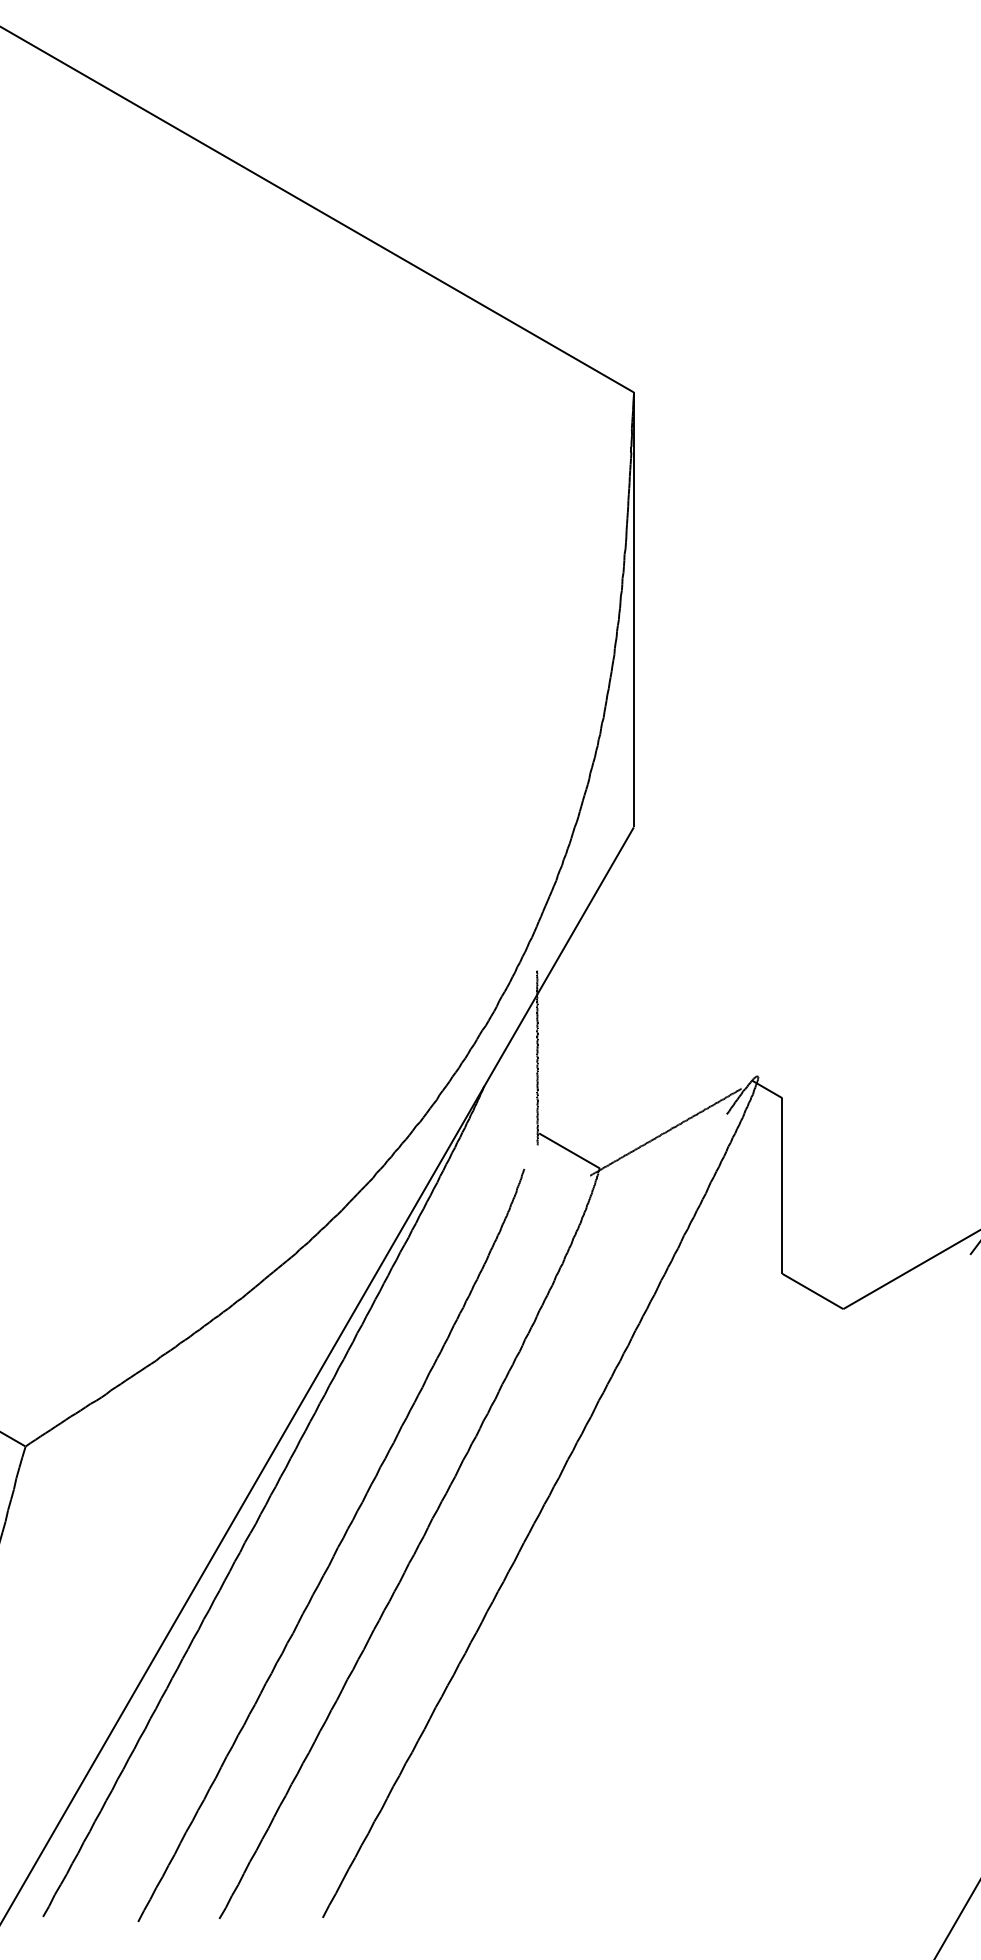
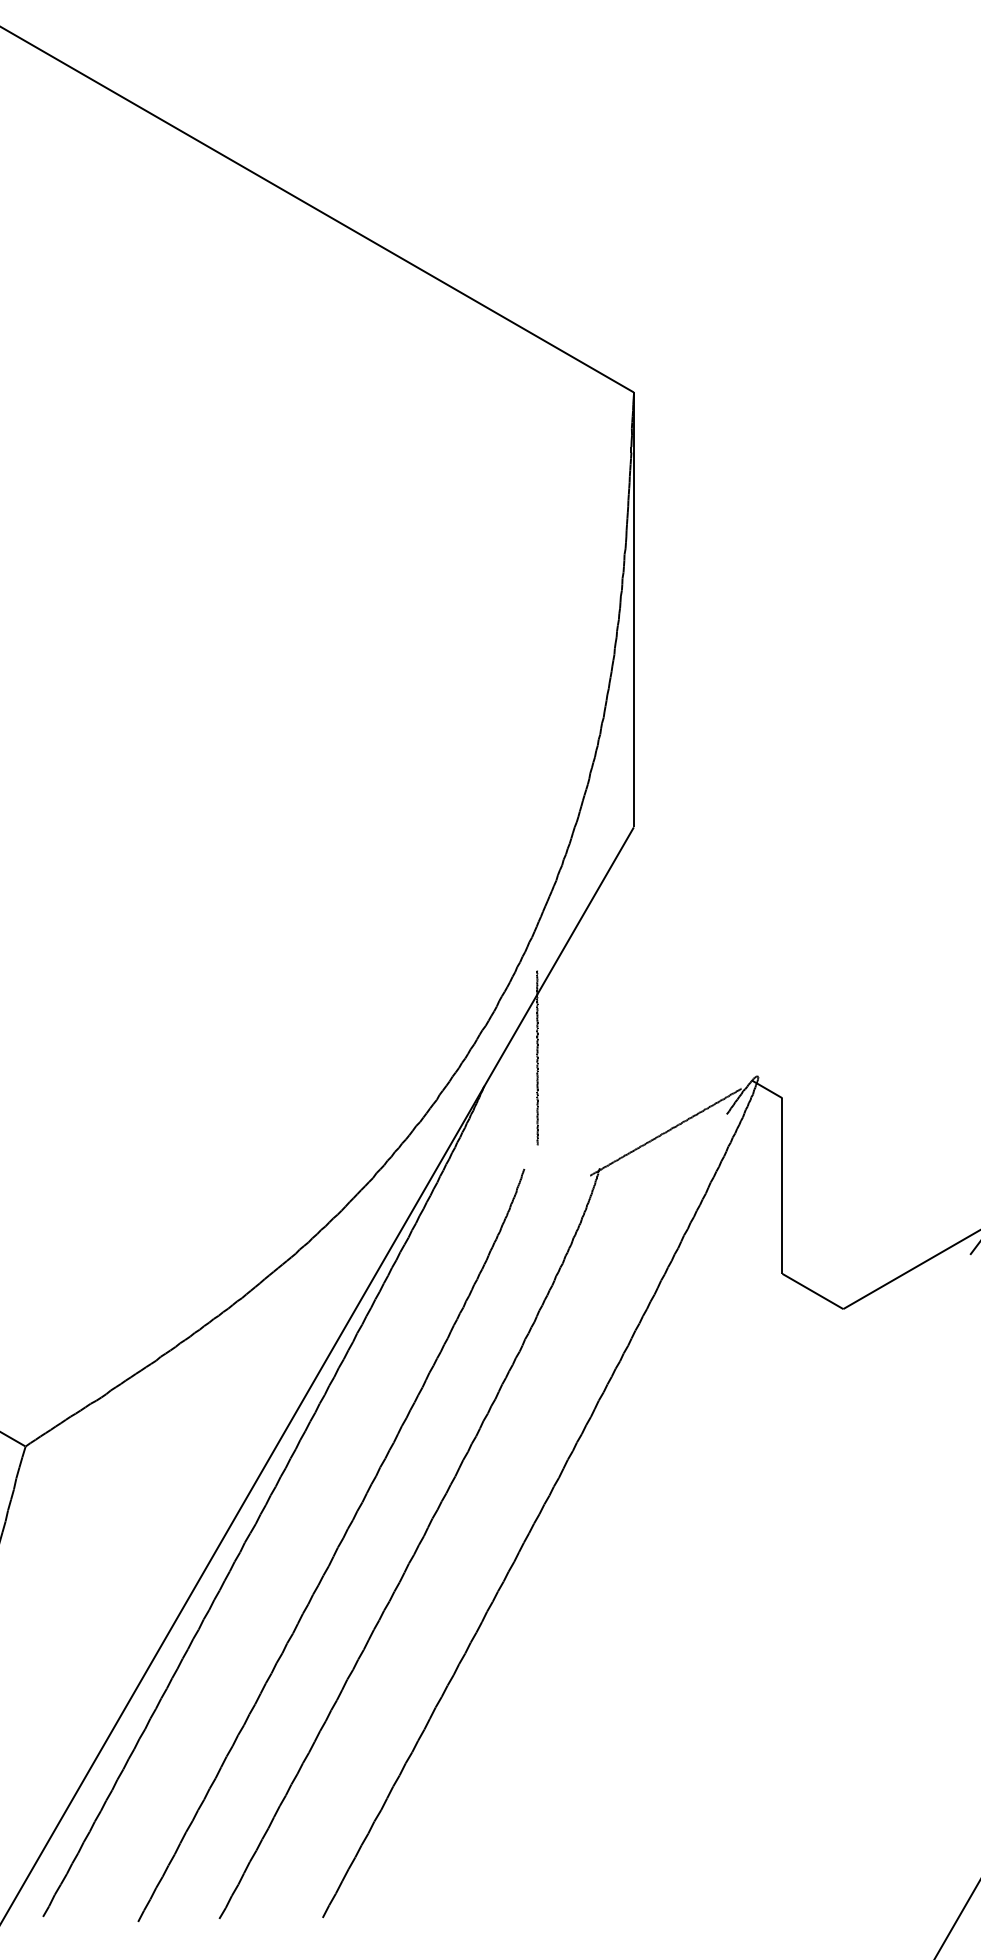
line at (569, 1150): present -> none
